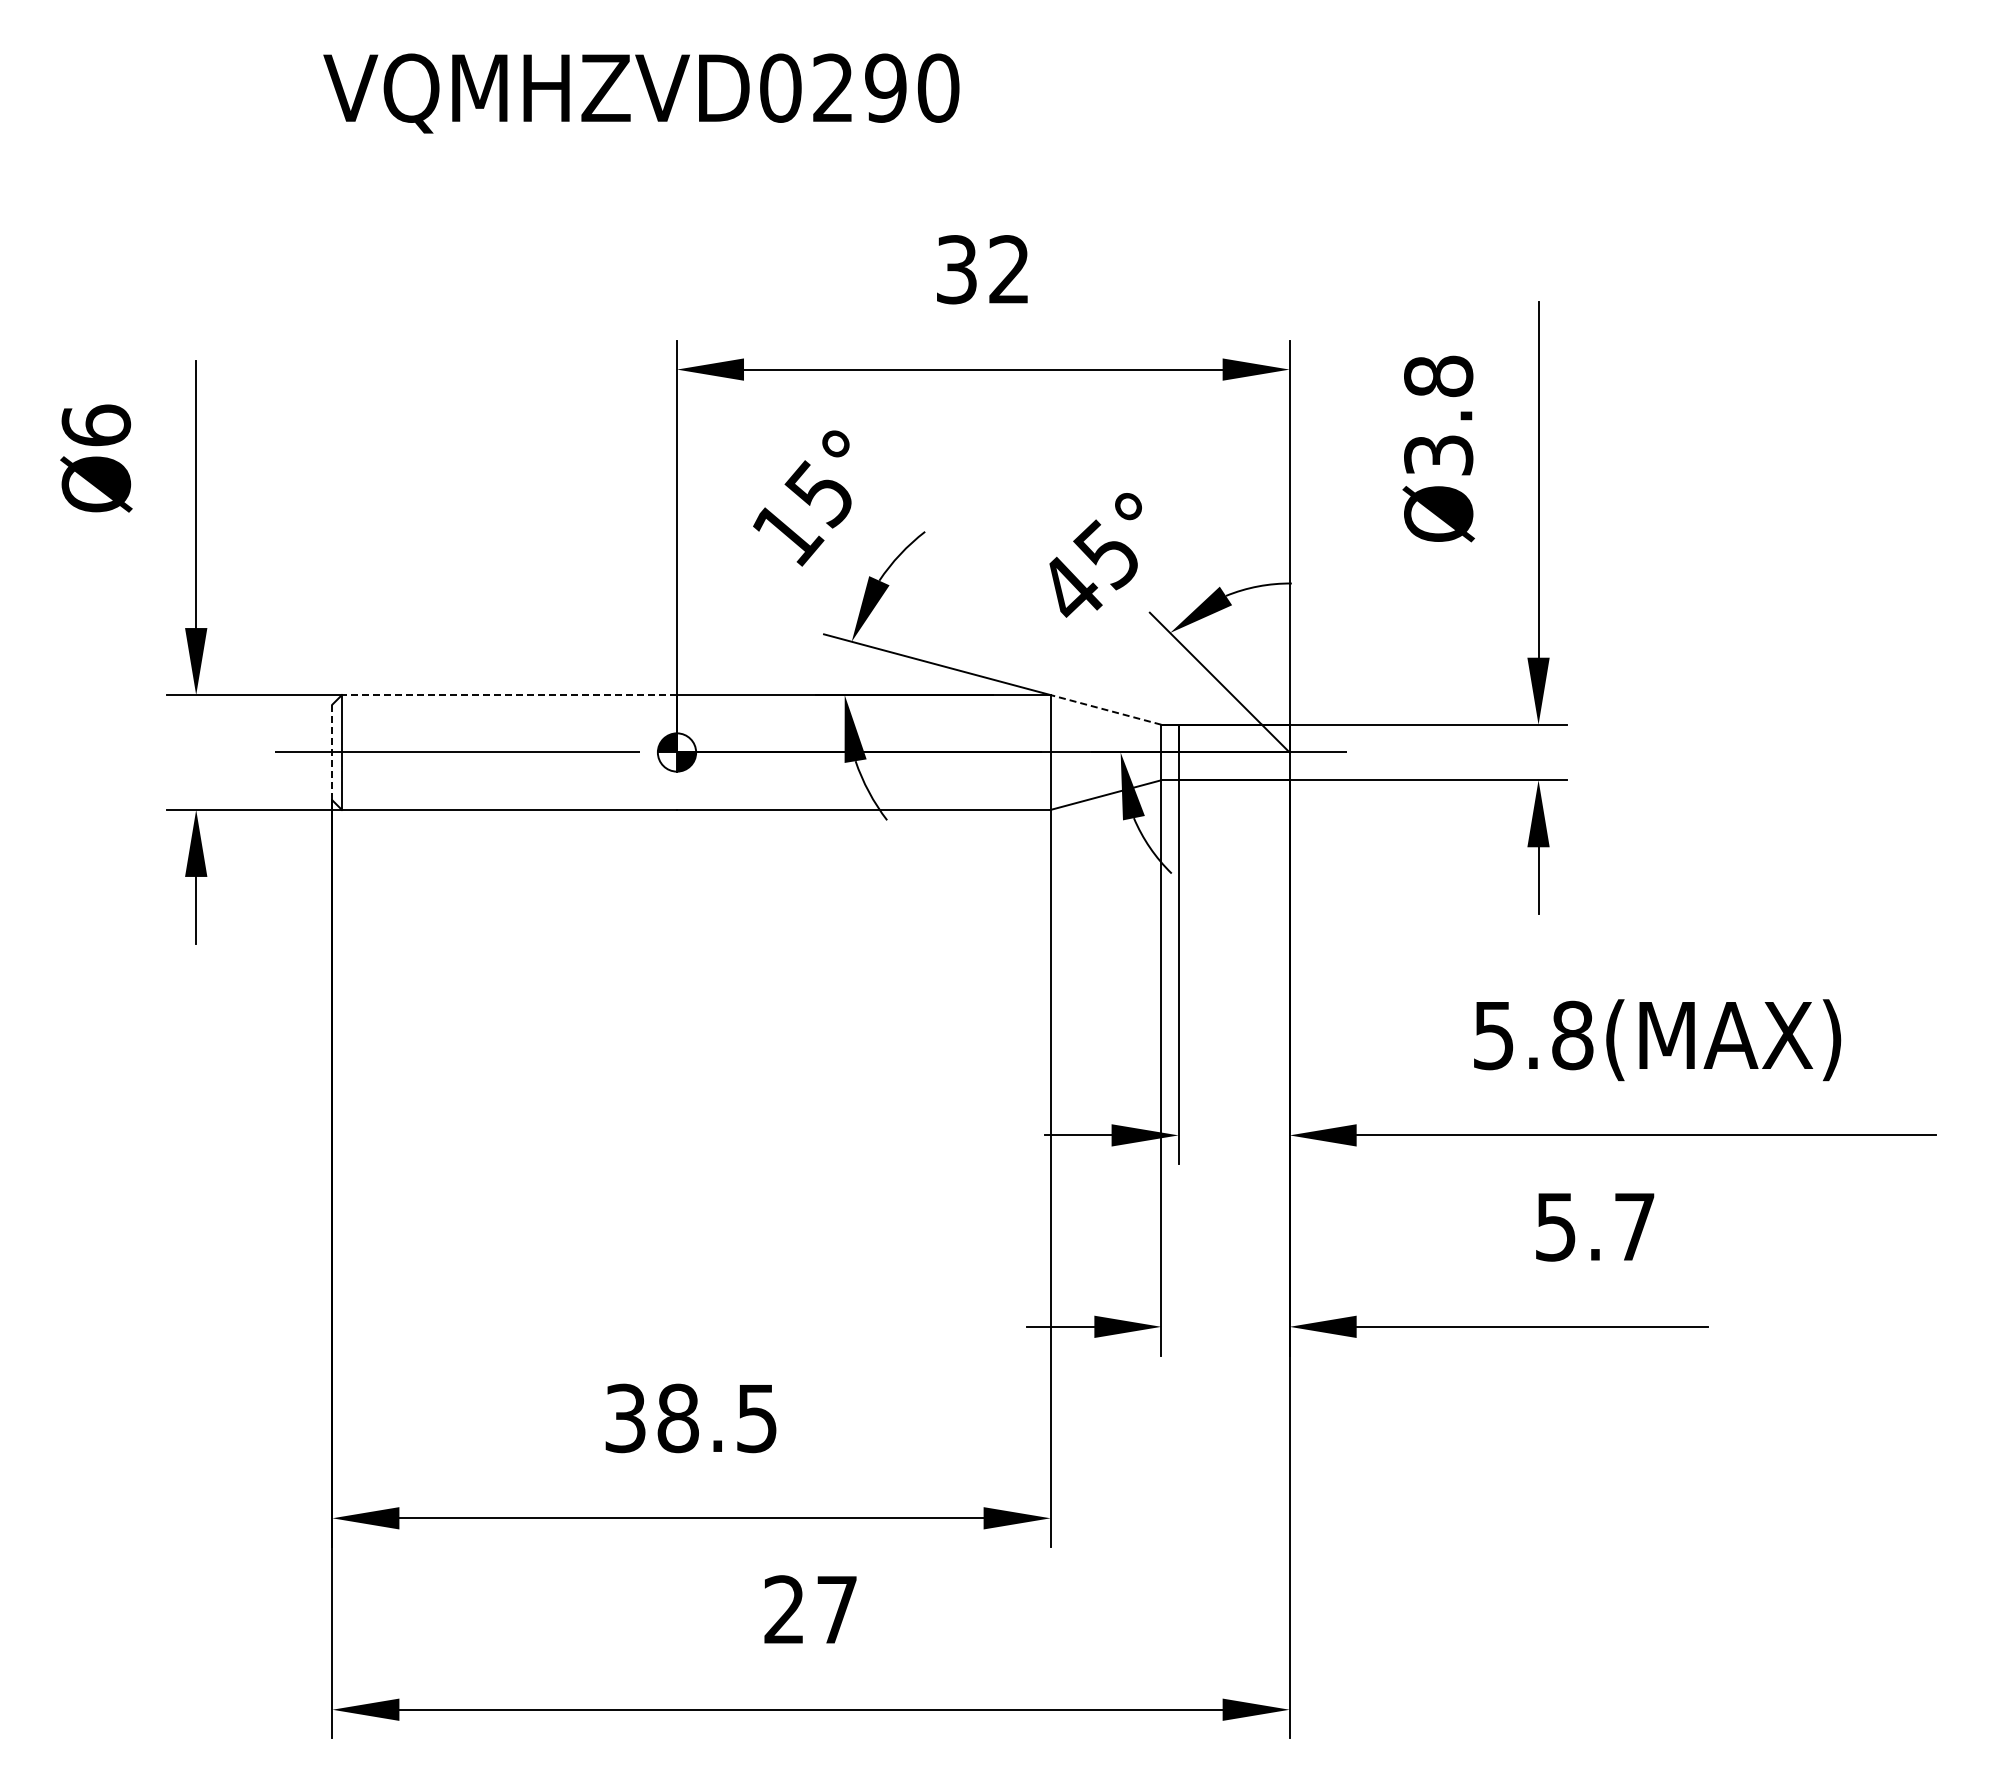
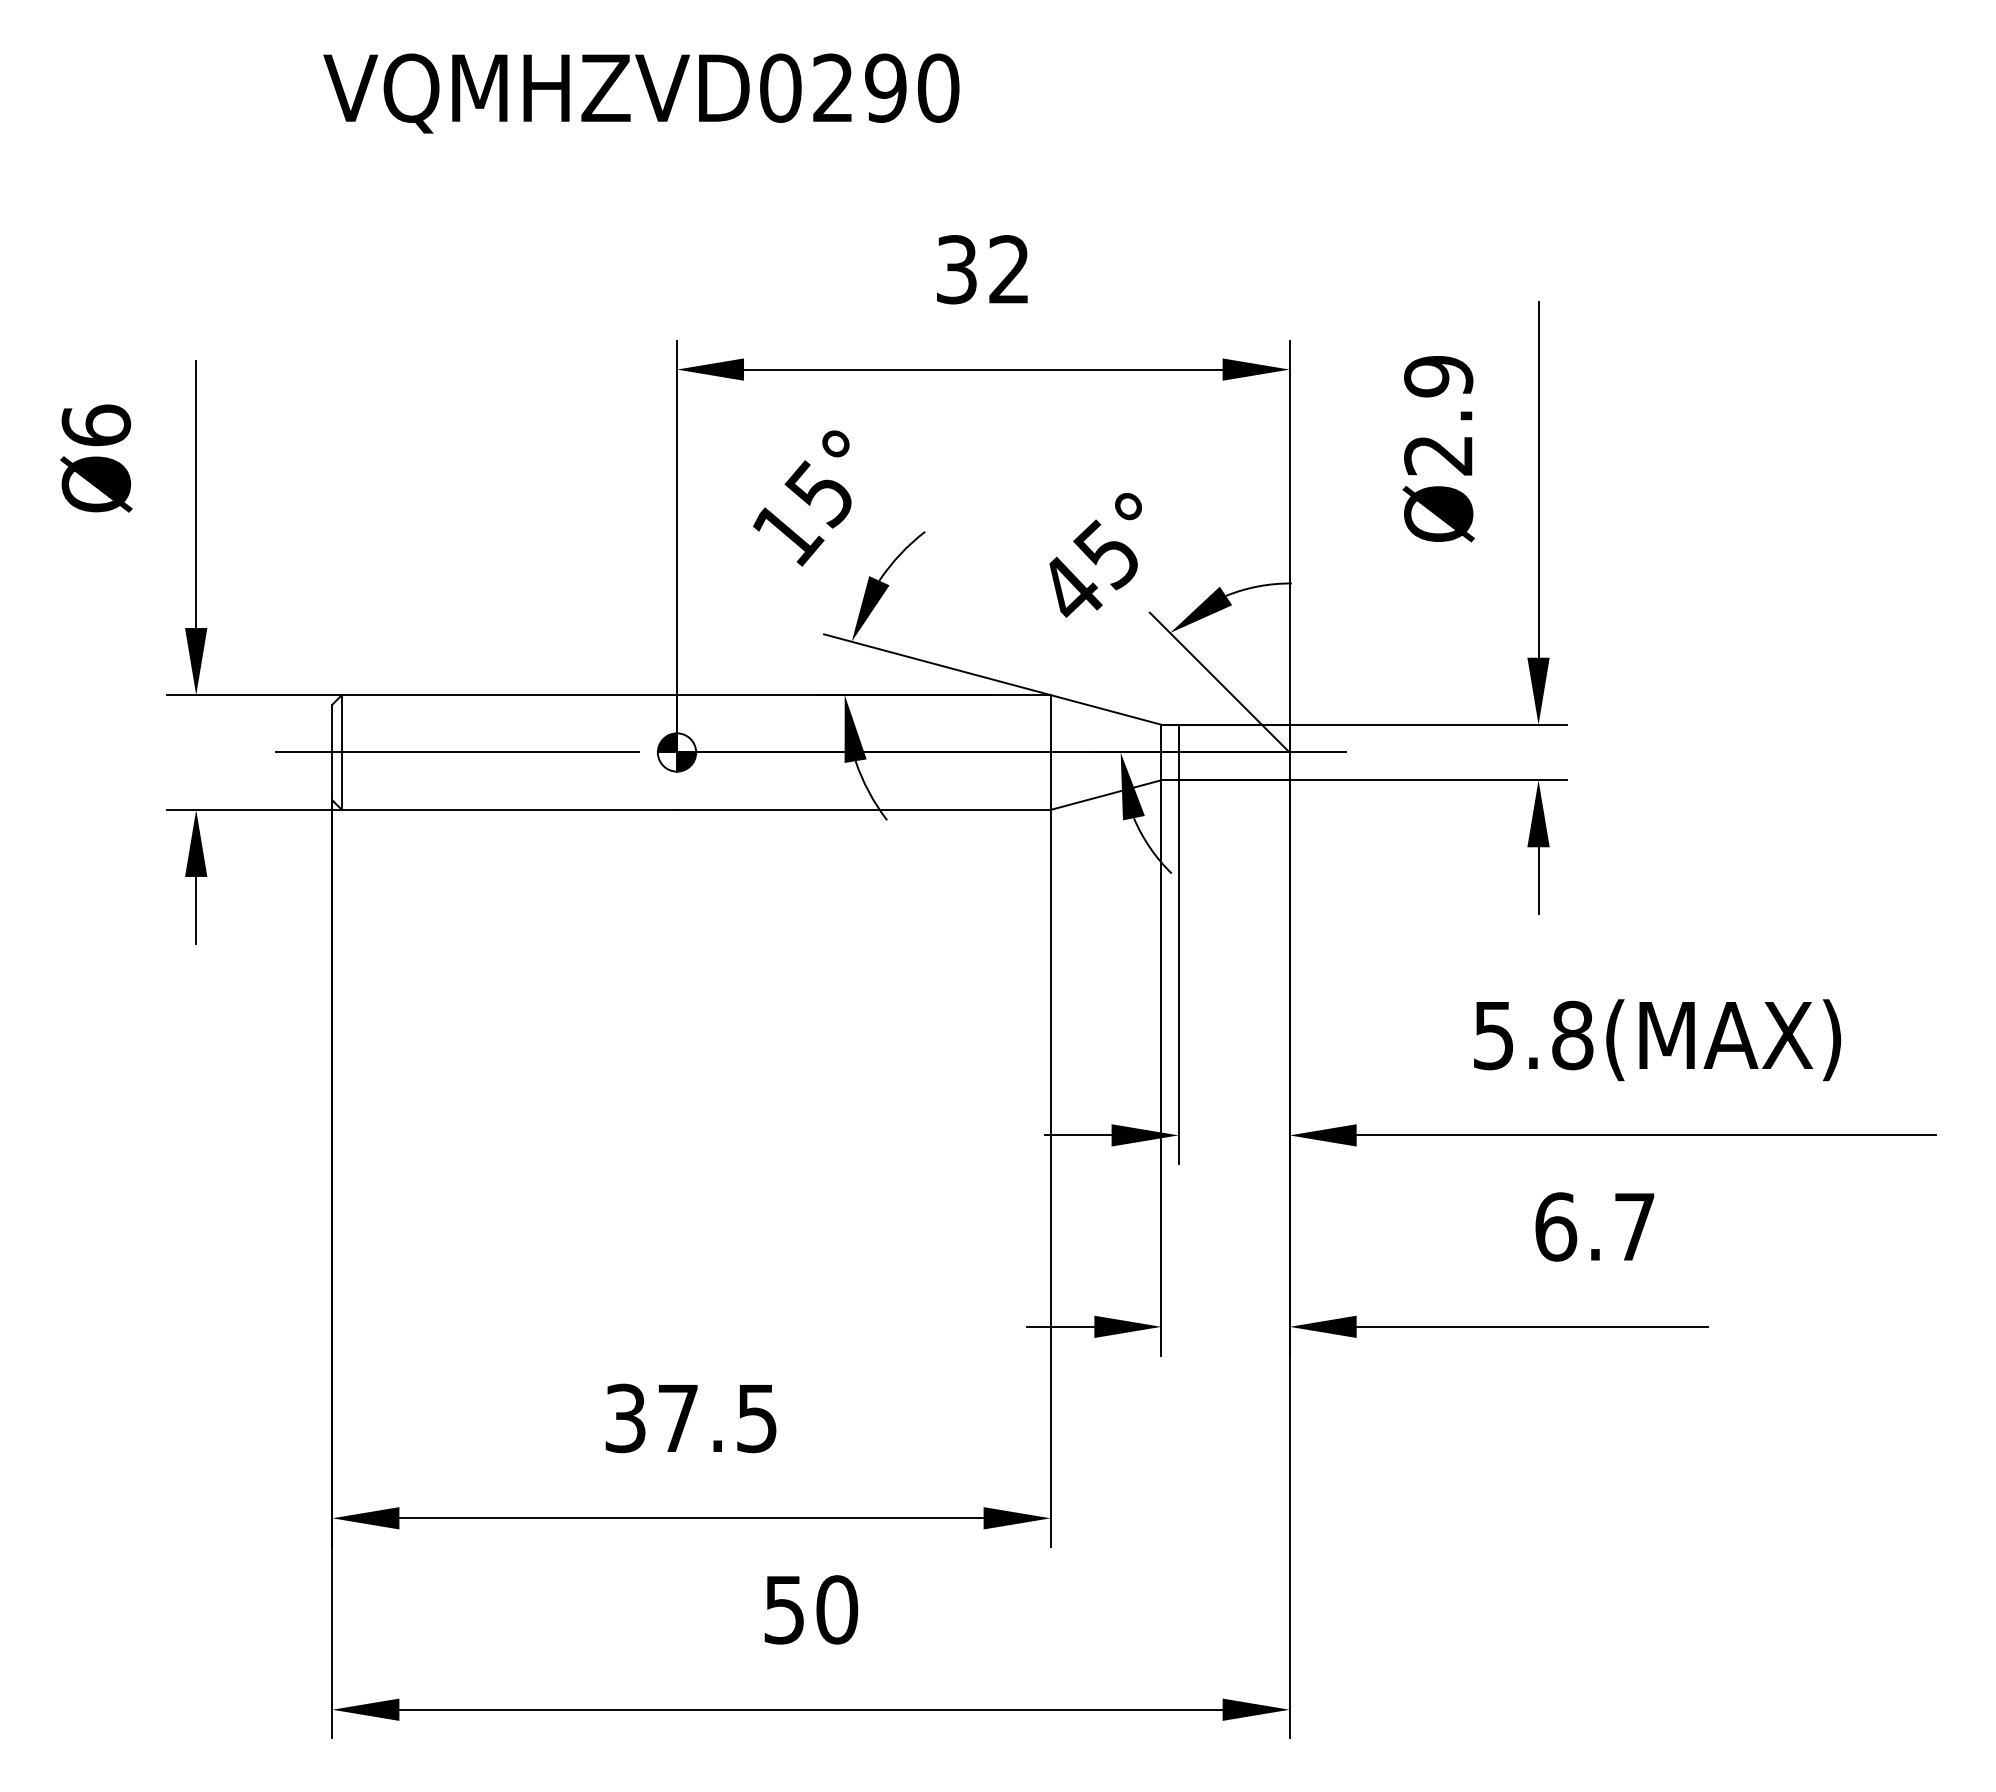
text at (1438, 415): Ø3.8 -> Ø2.9
line at (509, 695): dashed -> solid
line at (1105, 709): dashed -> solid
line at (332, 752): dashed -> solid
text at (1556, 1226): 5.7 -> 6.7
text at (677, 1418): 38.5 -> 37.5
text at (811, 1609): 27 -> 50
